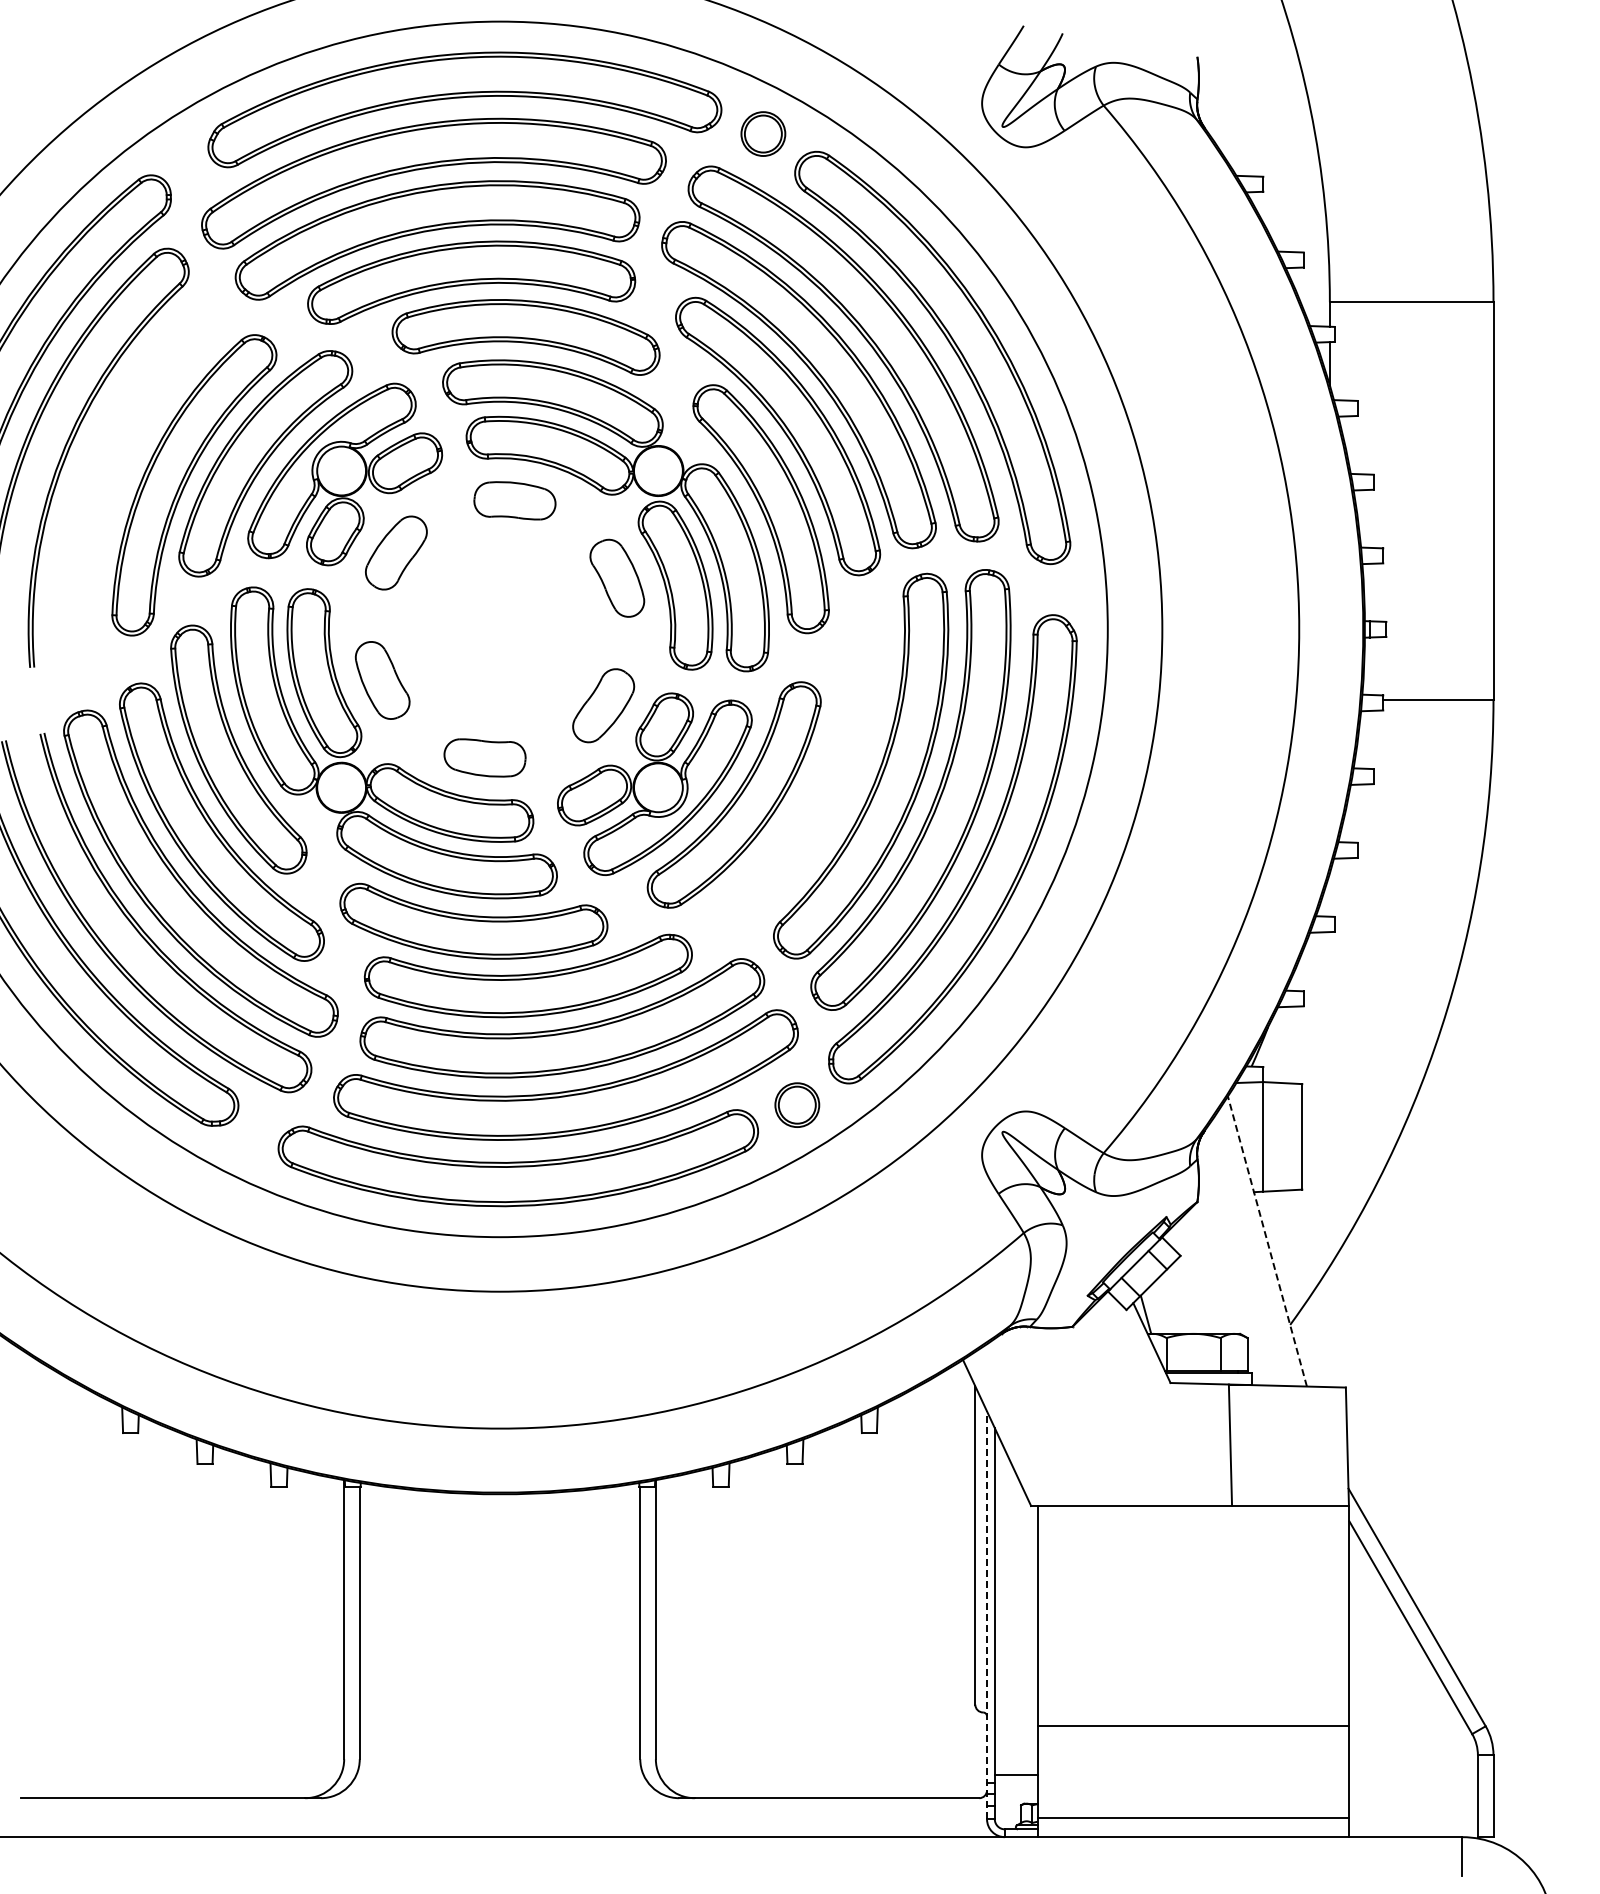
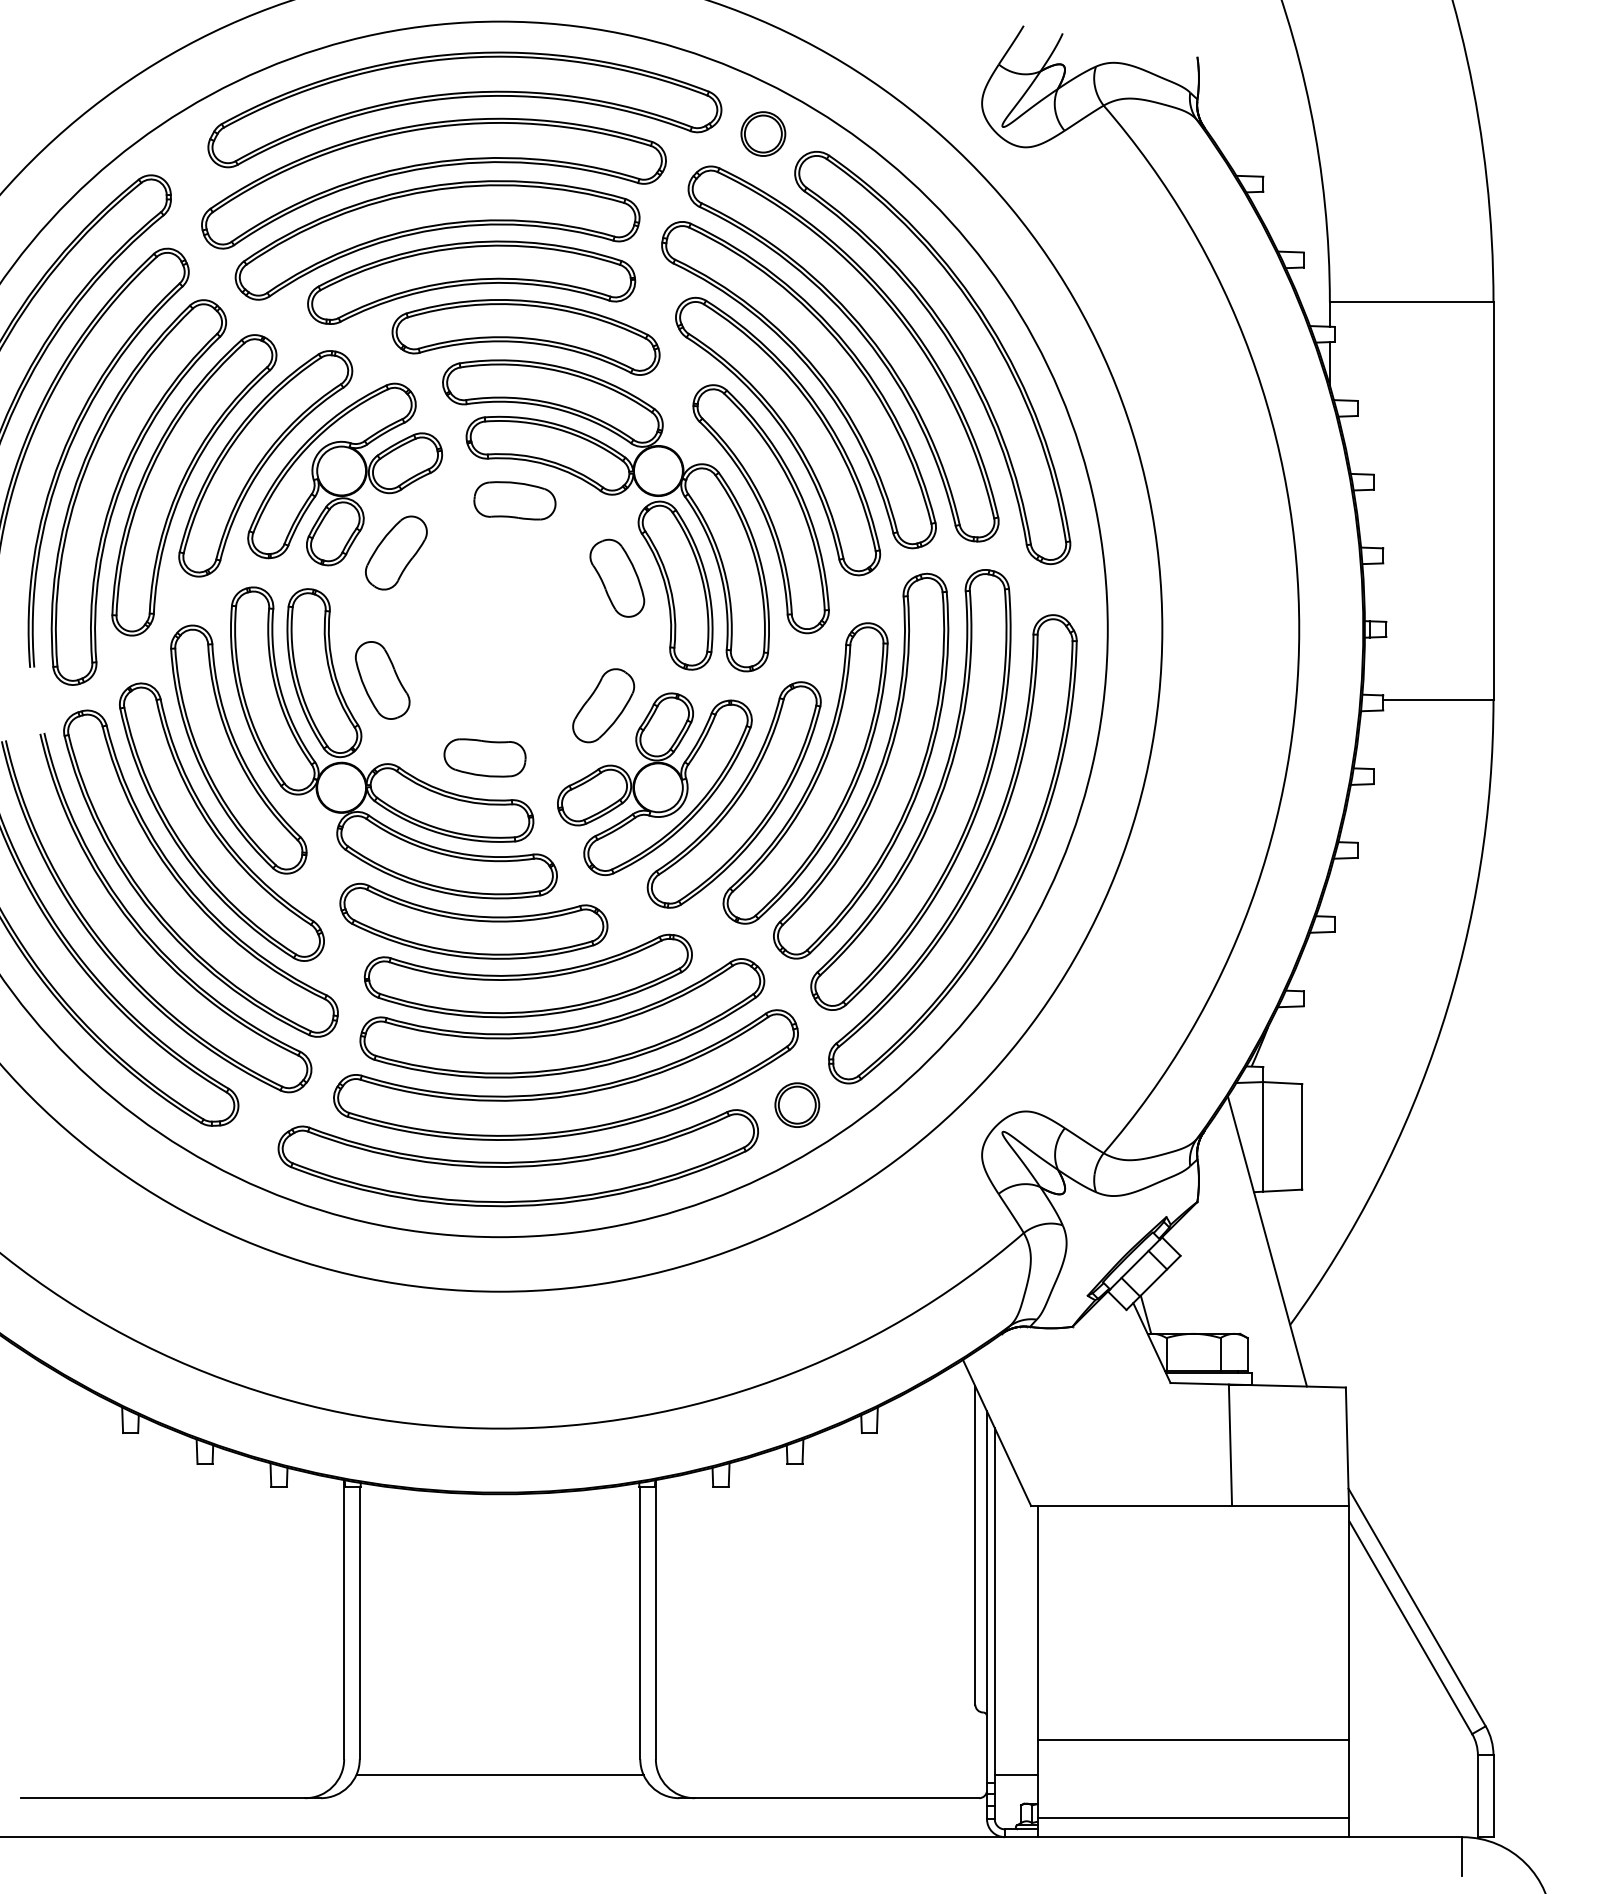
part at (122, 486): none -> present
part at (812, 776): none -> present
line at (1267, 1241): dashed -> solid
line at (987, 1615): dashed -> solid
line at (1193, 1725) position: (1193, 1725) -> (1193, 1739)
line at (499, 1774): none -> present
